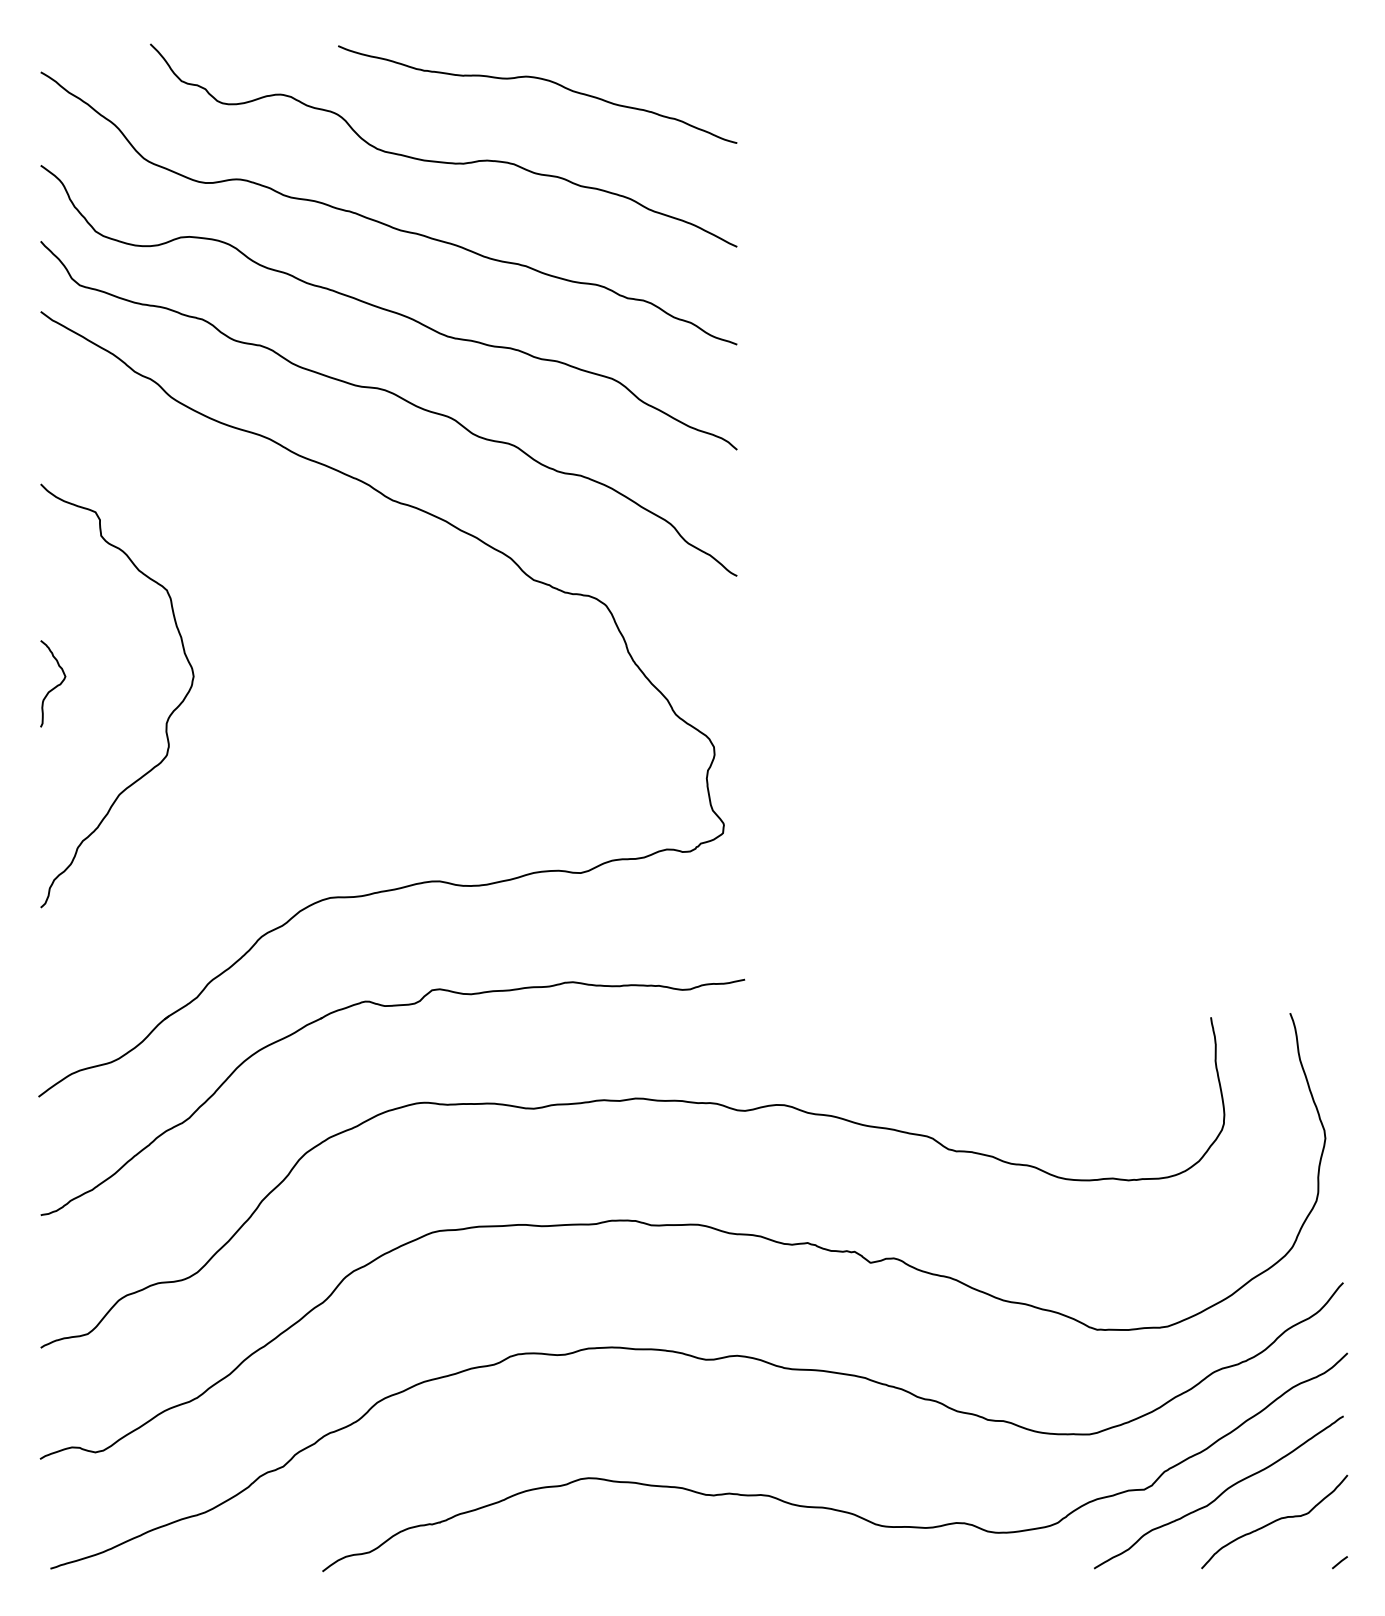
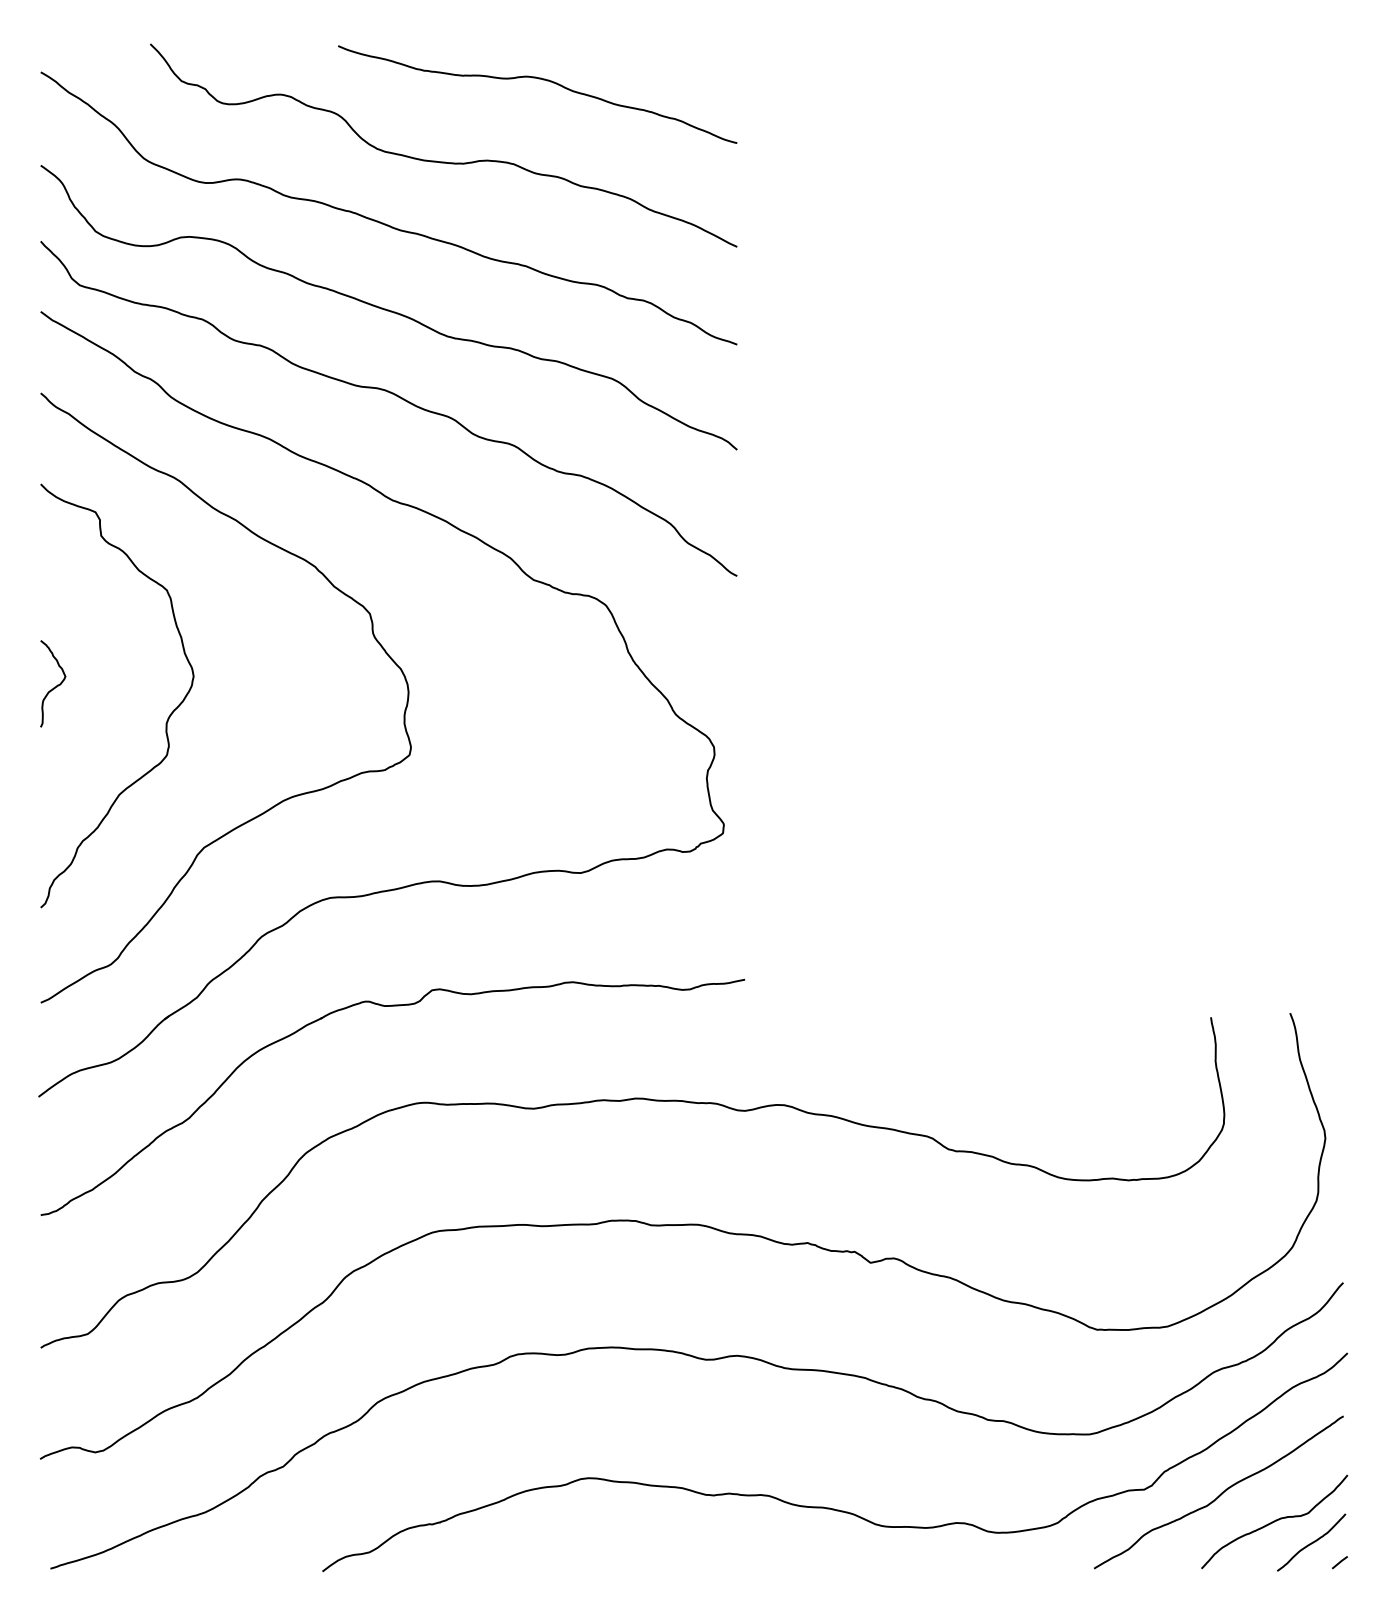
curve at (283, 799): none -> present
curve at (1311, 1542): none -> present
